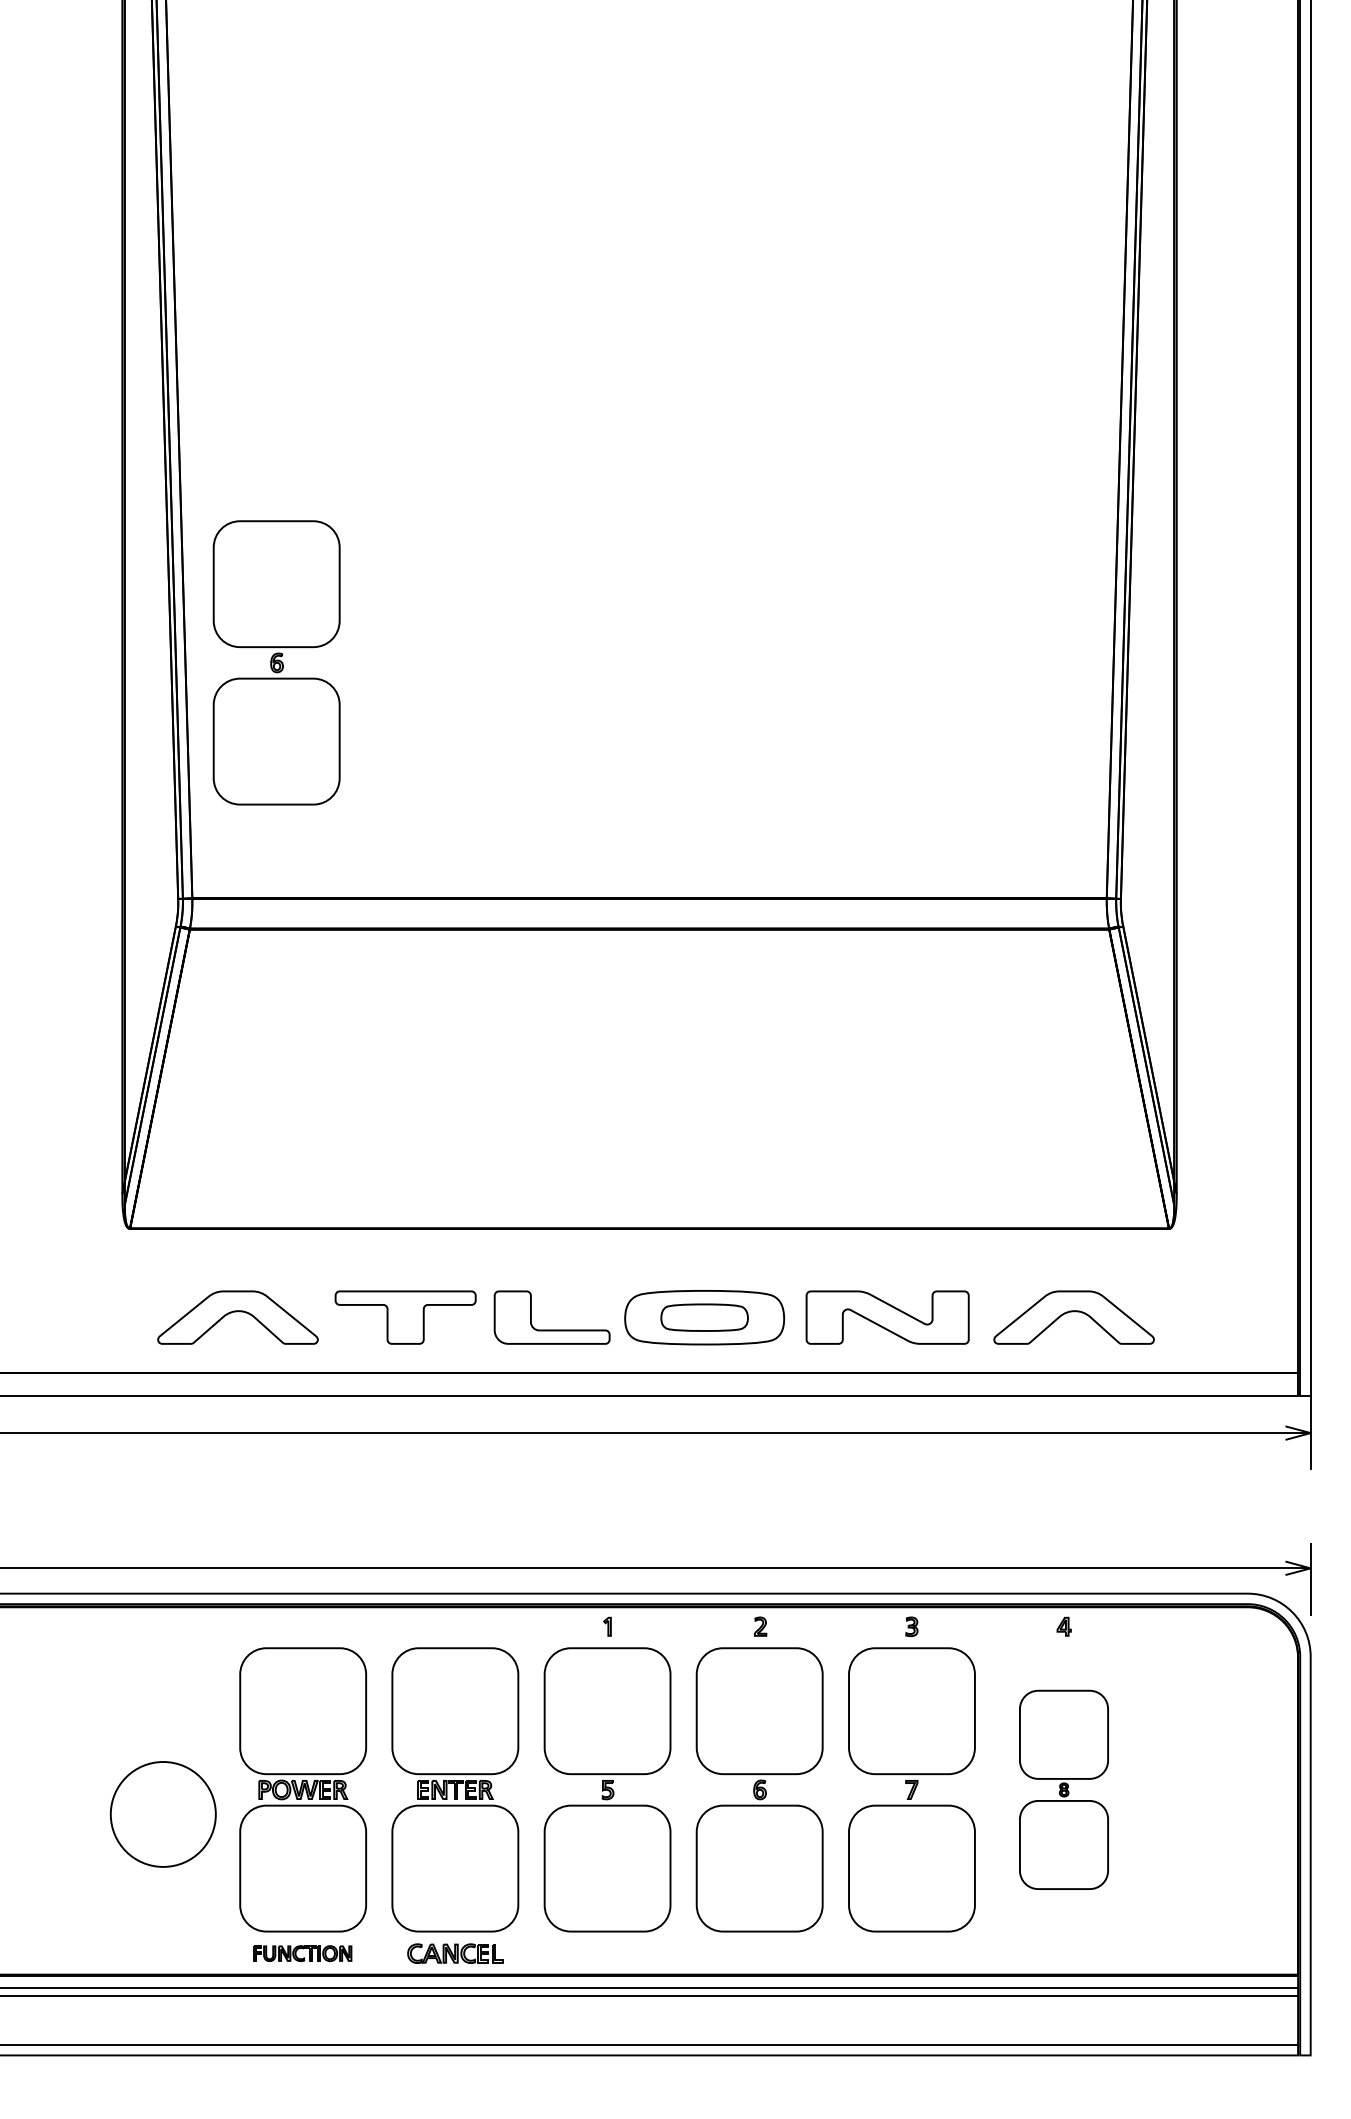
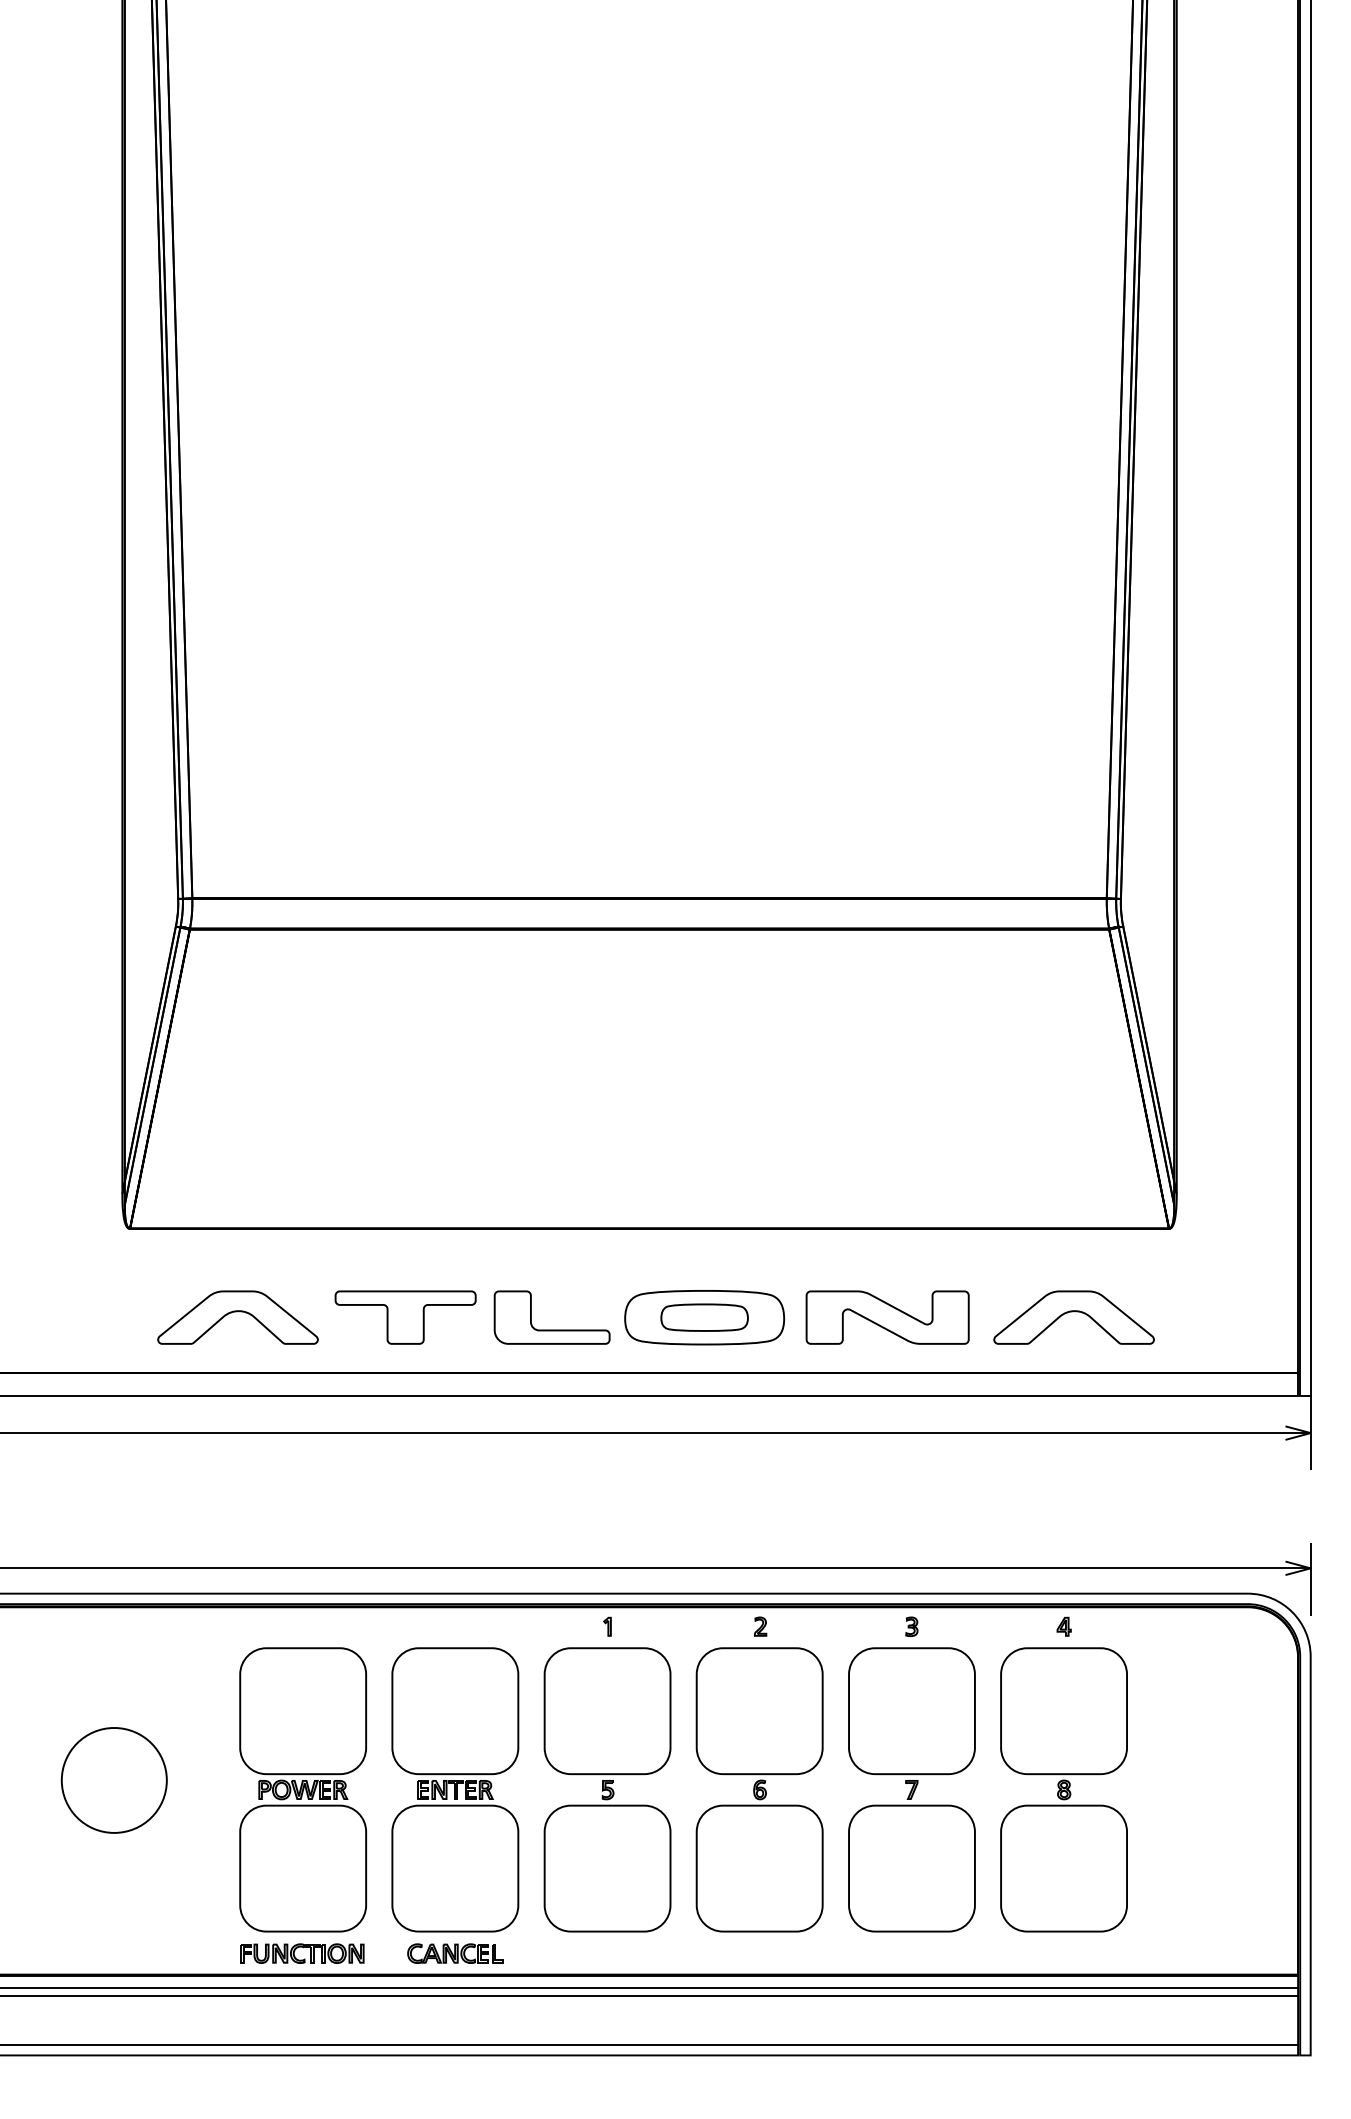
part at (276, 662): present -> none
part at (1063, 1789) size: 90x201 px -> 128x286 px
part at (162, 1814) position: (162, 1814) -> (113, 1780)
part at (302, 1953) size: 100x17 px -> 125x21 px
